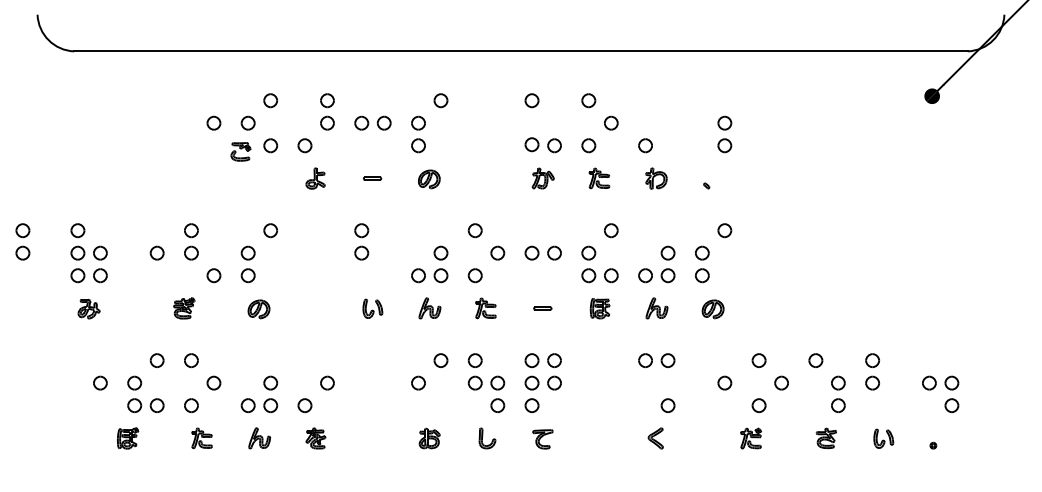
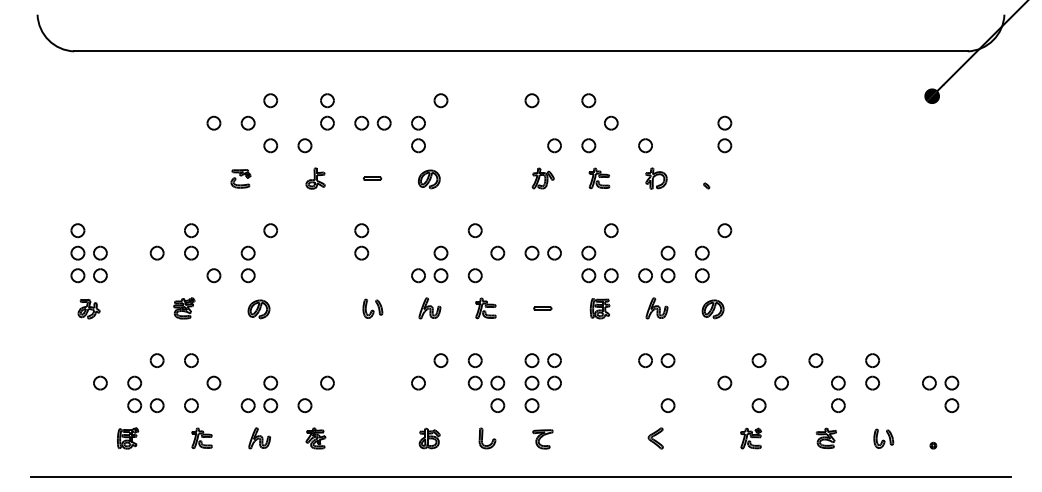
part at (531, 144): present -> none
part at (240, 151) position: (240, 151) -> (240, 178)
part at (22, 241): present -> none
line at (520, 477): none -> present
